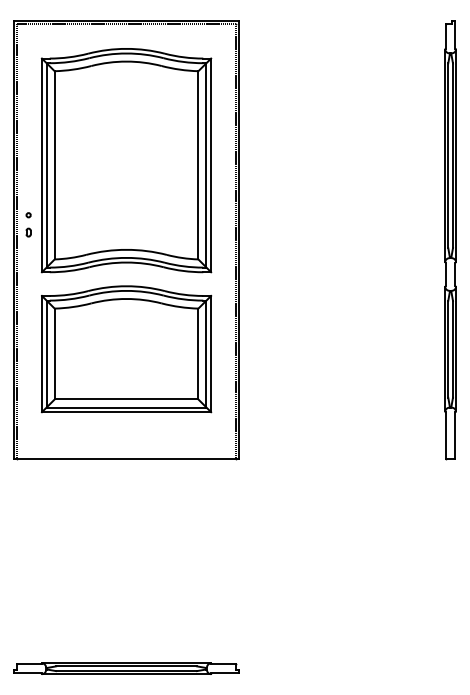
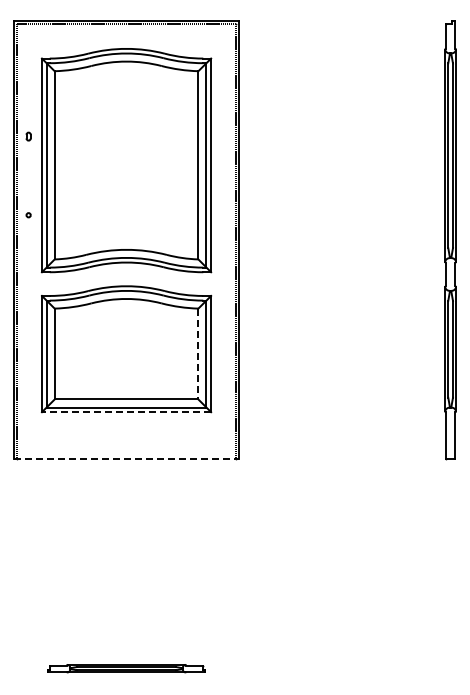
part at (28, 232) position: (28, 232) -> (28, 136)
line at (198, 354): solid -> dashed
line at (126, 412): solid -> dashed
line at (126, 458): solid -> dashed
part at (126, 668) size: 227x13 px -> 159x10 px
